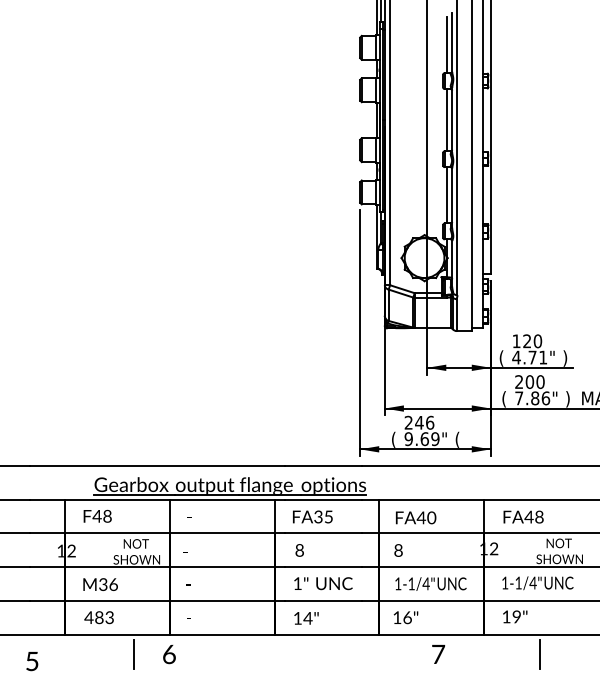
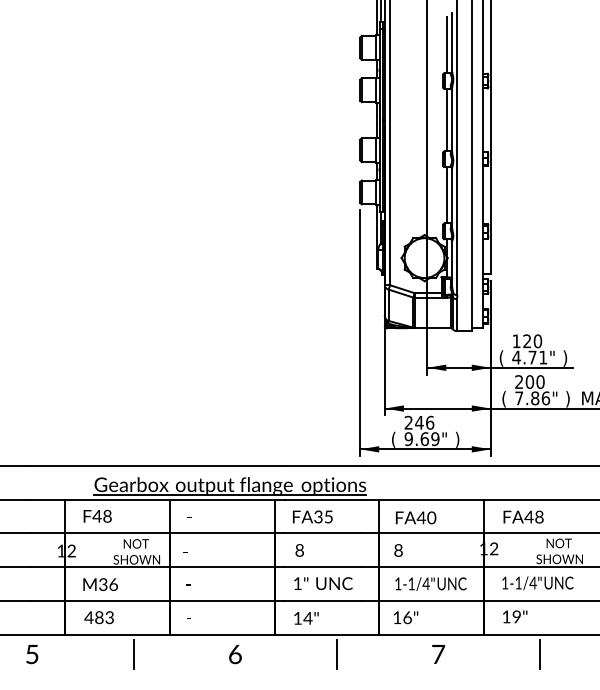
text at (457, 439): ( -> )
text at (169, 654) position: (169, 654) -> (235, 654)
line at (336, 654): none -> present
text at (32, 661) position: (32, 661) -> (32, 654)
